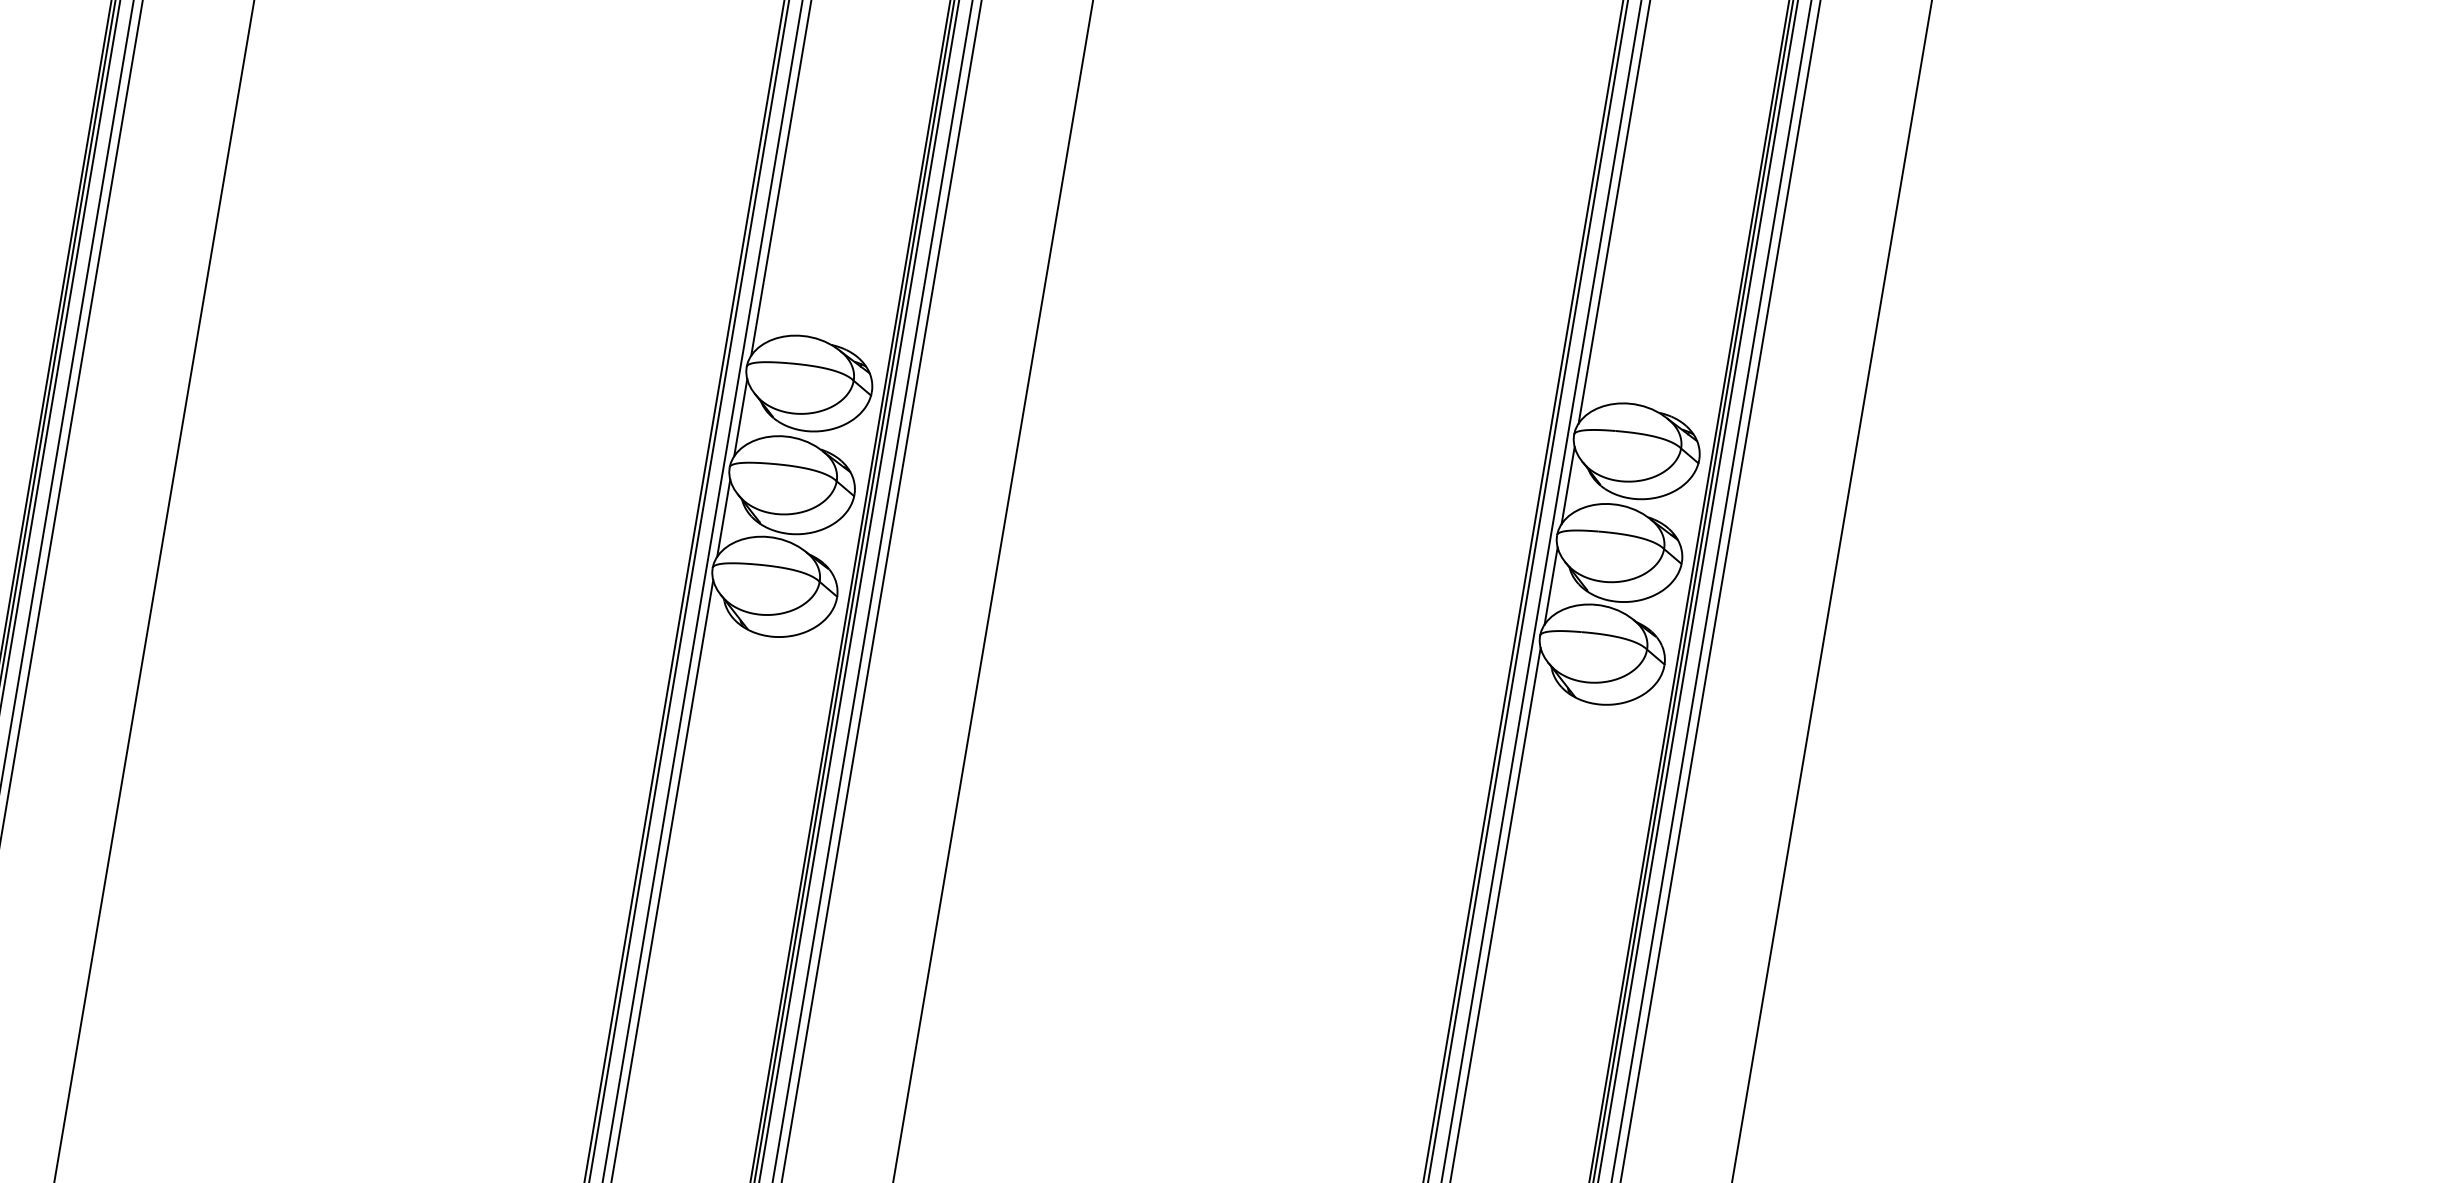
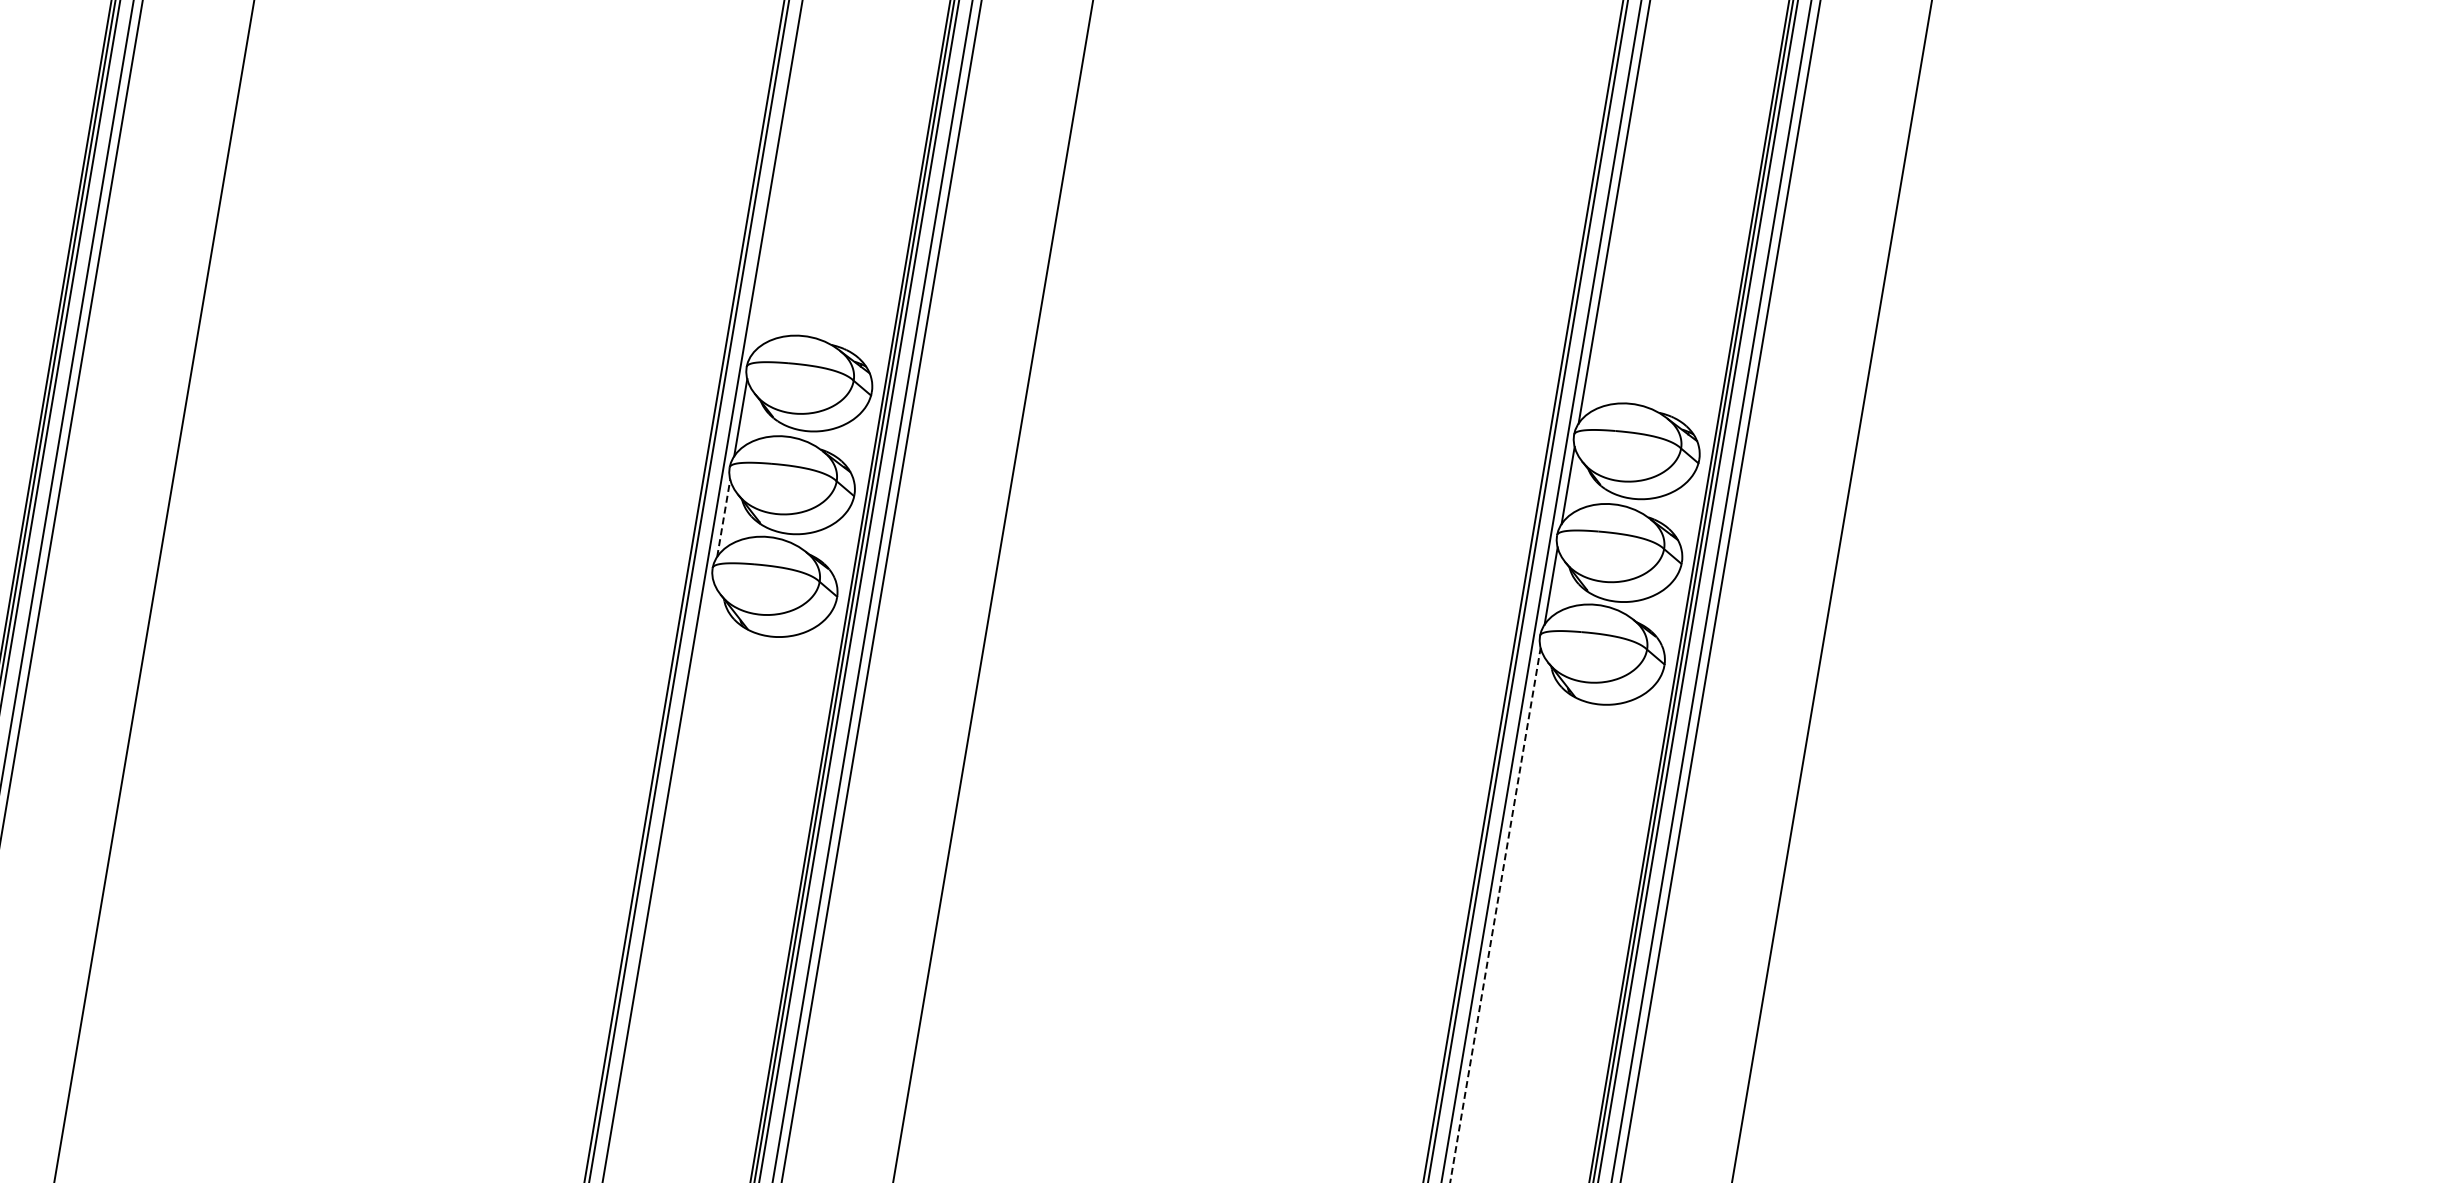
line at (780, 178): present -> none
line at (723, 517): solid -> dashed
line at (662, 879): present -> none
line at (1495, 914): solid -> dashed
